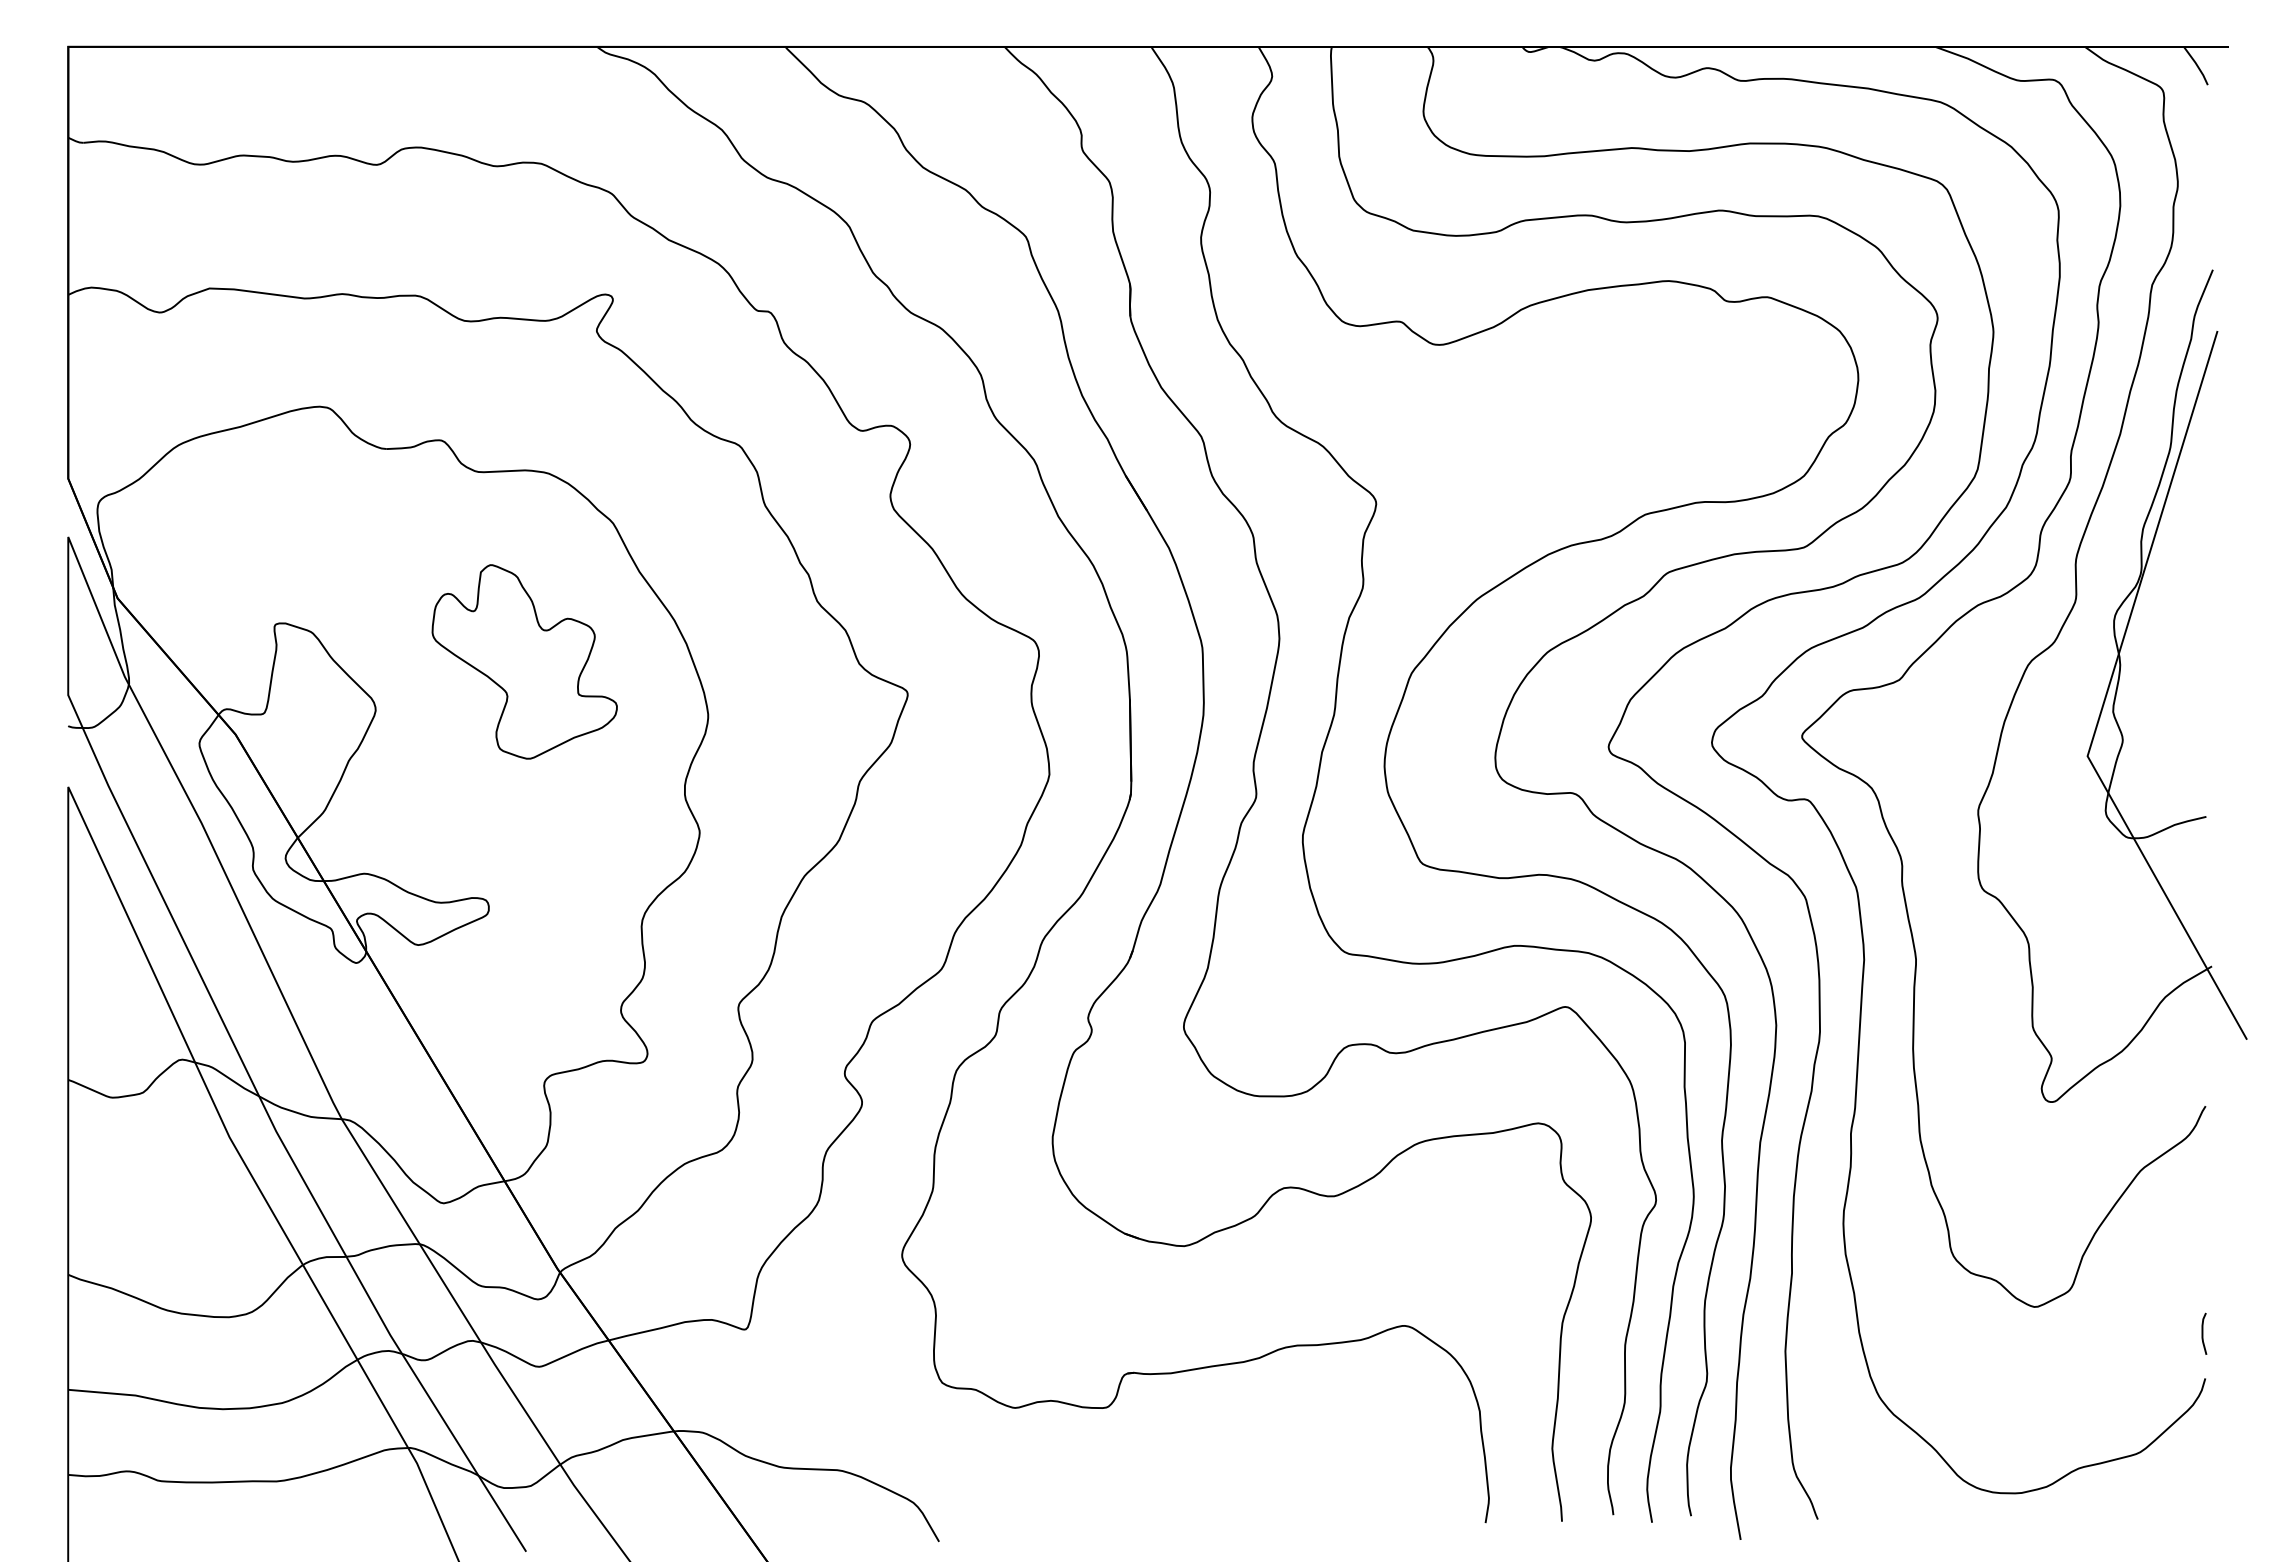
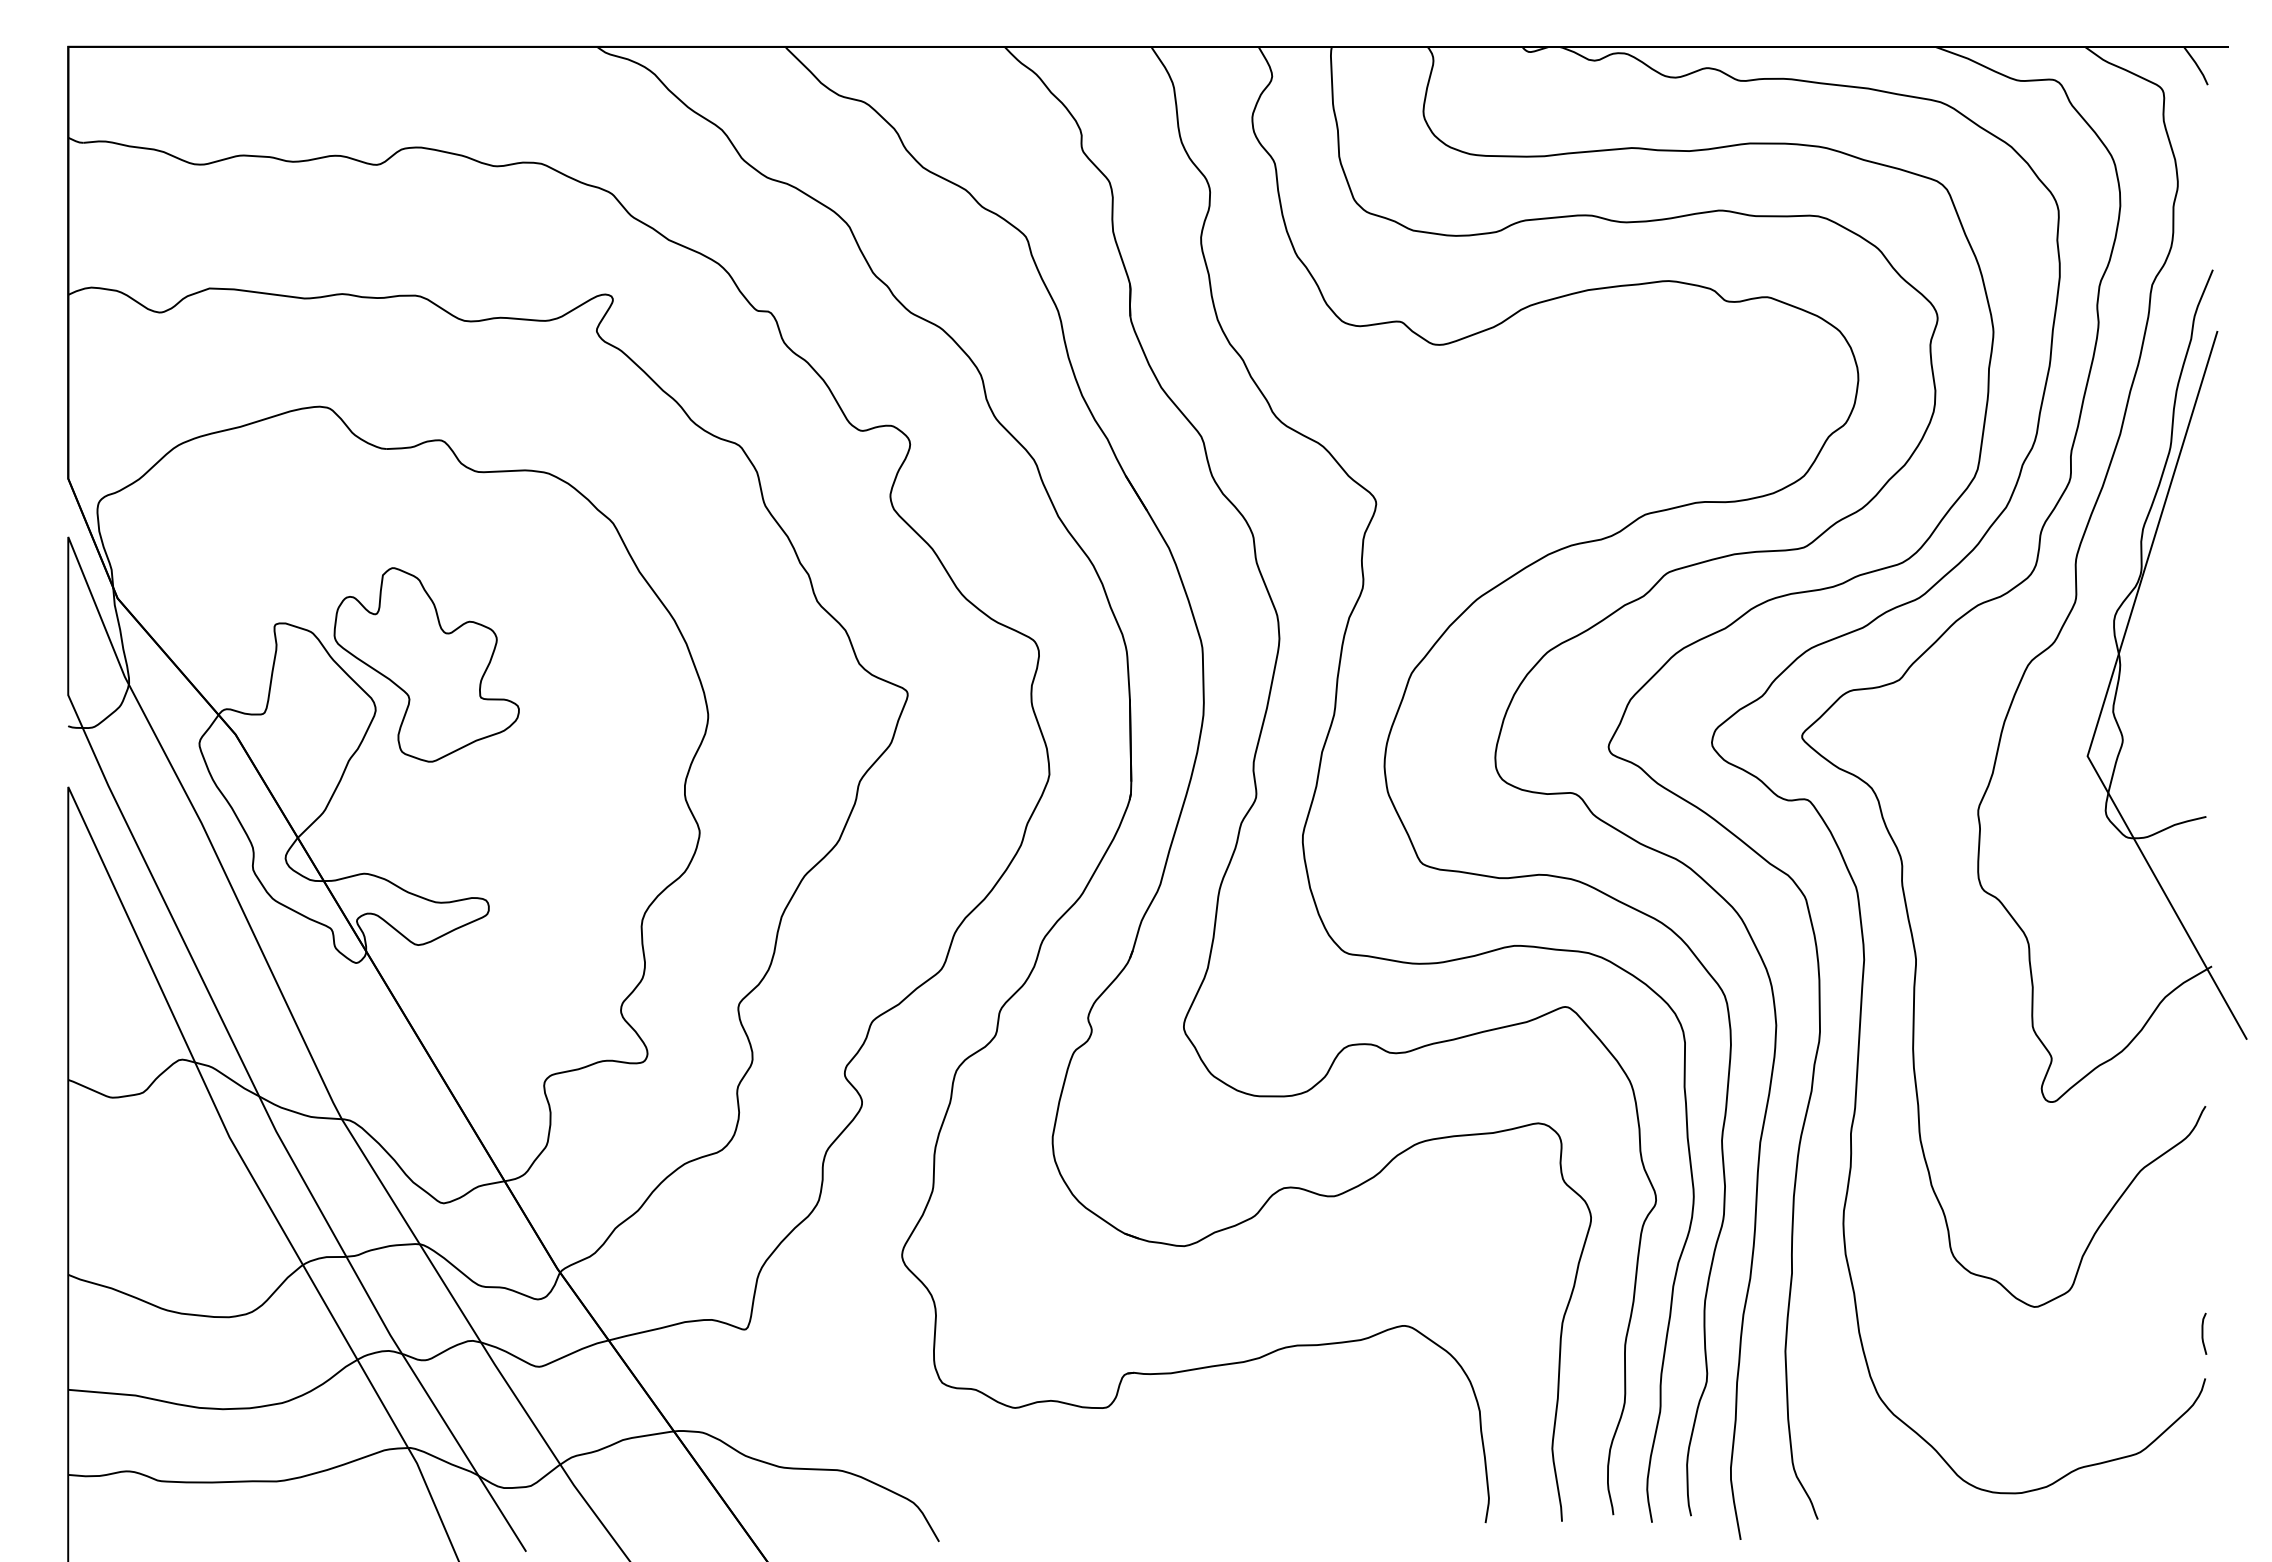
part at (524, 661) position: (524, 661) -> (426, 664)
